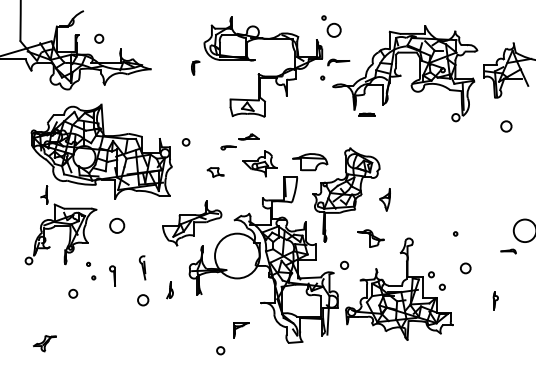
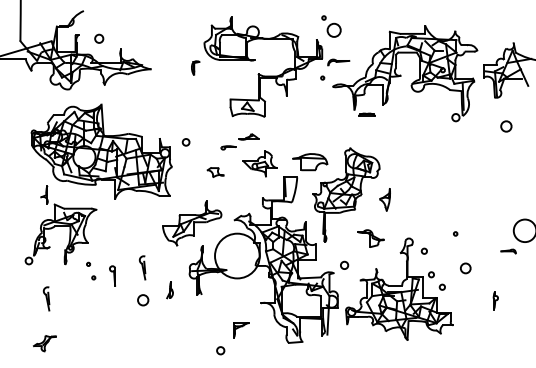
circle at (117, 225): present -> none
circle at (423, 250): none -> present
circle at (73, 293): present -> none
part at (46, 298): none -> present
